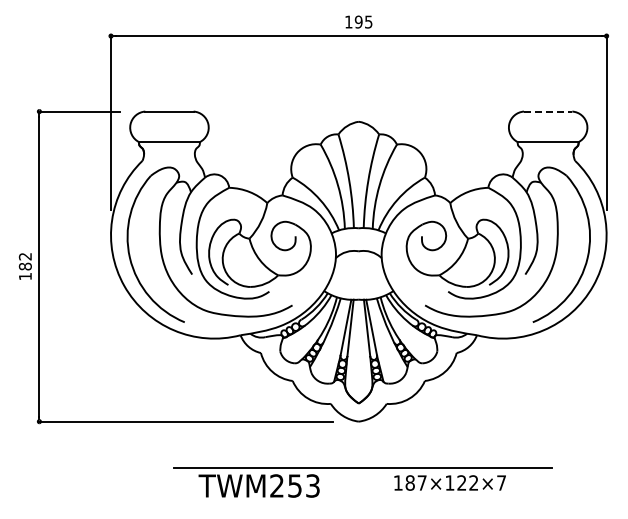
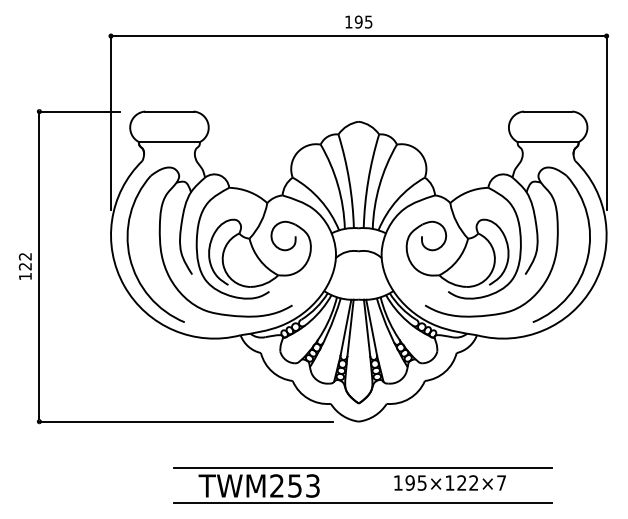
line at (548, 111): dashed -> solid
text at (25, 266): 182 -> 122
text at (415, 482): 187×122×7 -> 195×122×7
line at (363, 503): none -> present
